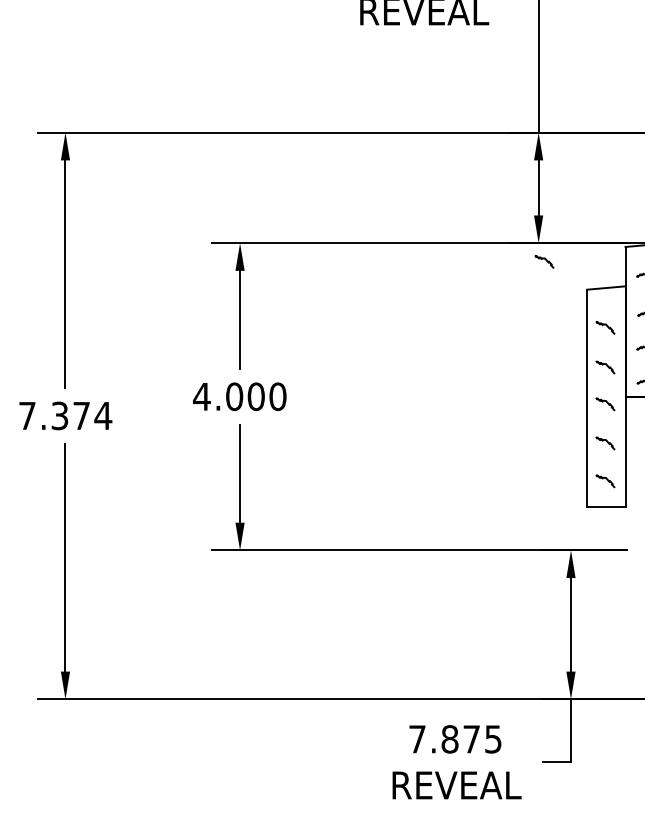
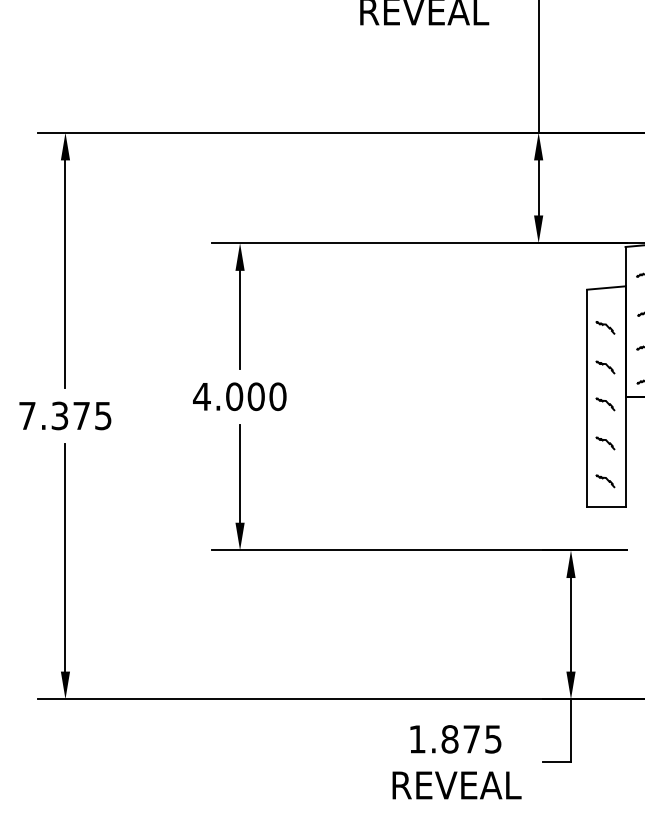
curve at (545, 260): present -> none
text at (103, 416): 7.374 -> 7.375
text at (417, 739): 7.875 -> 1.875
